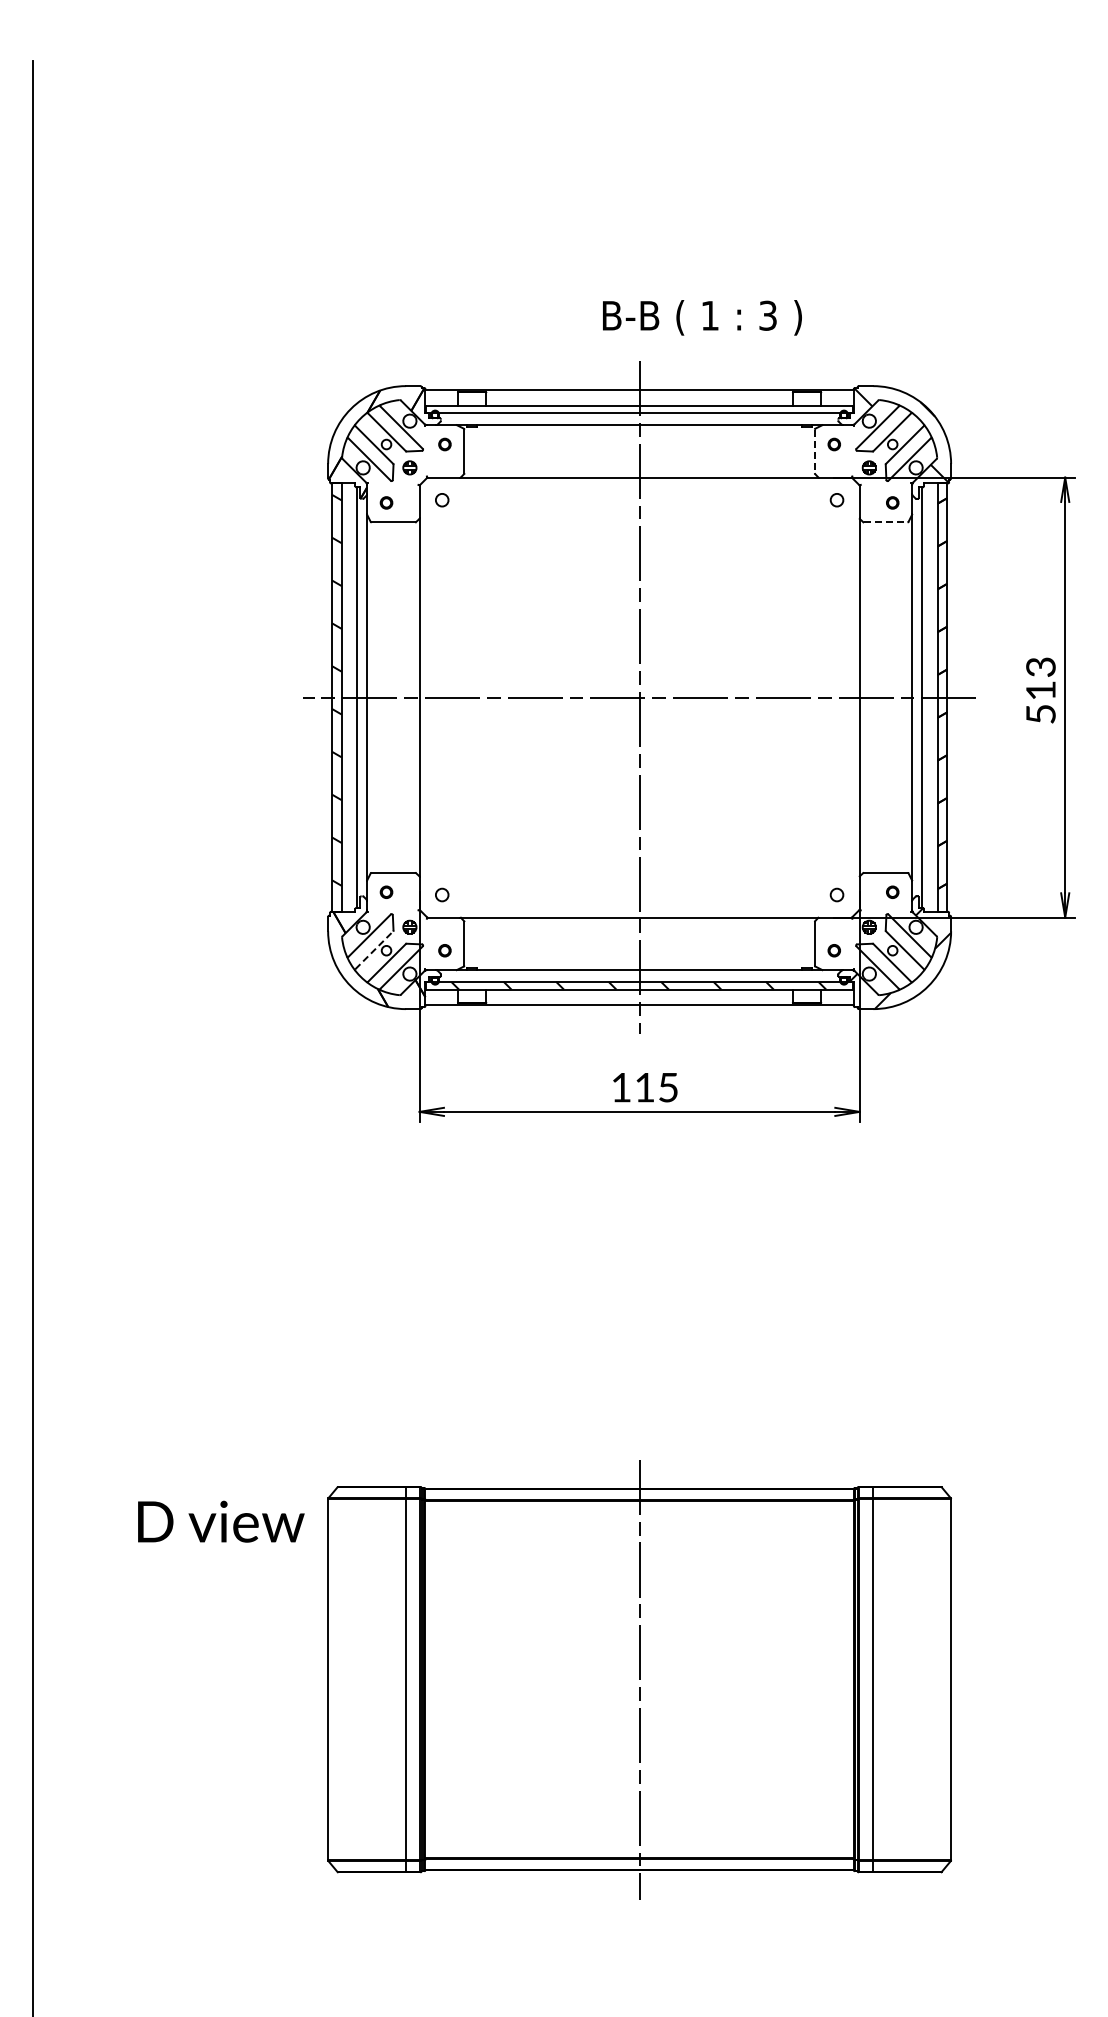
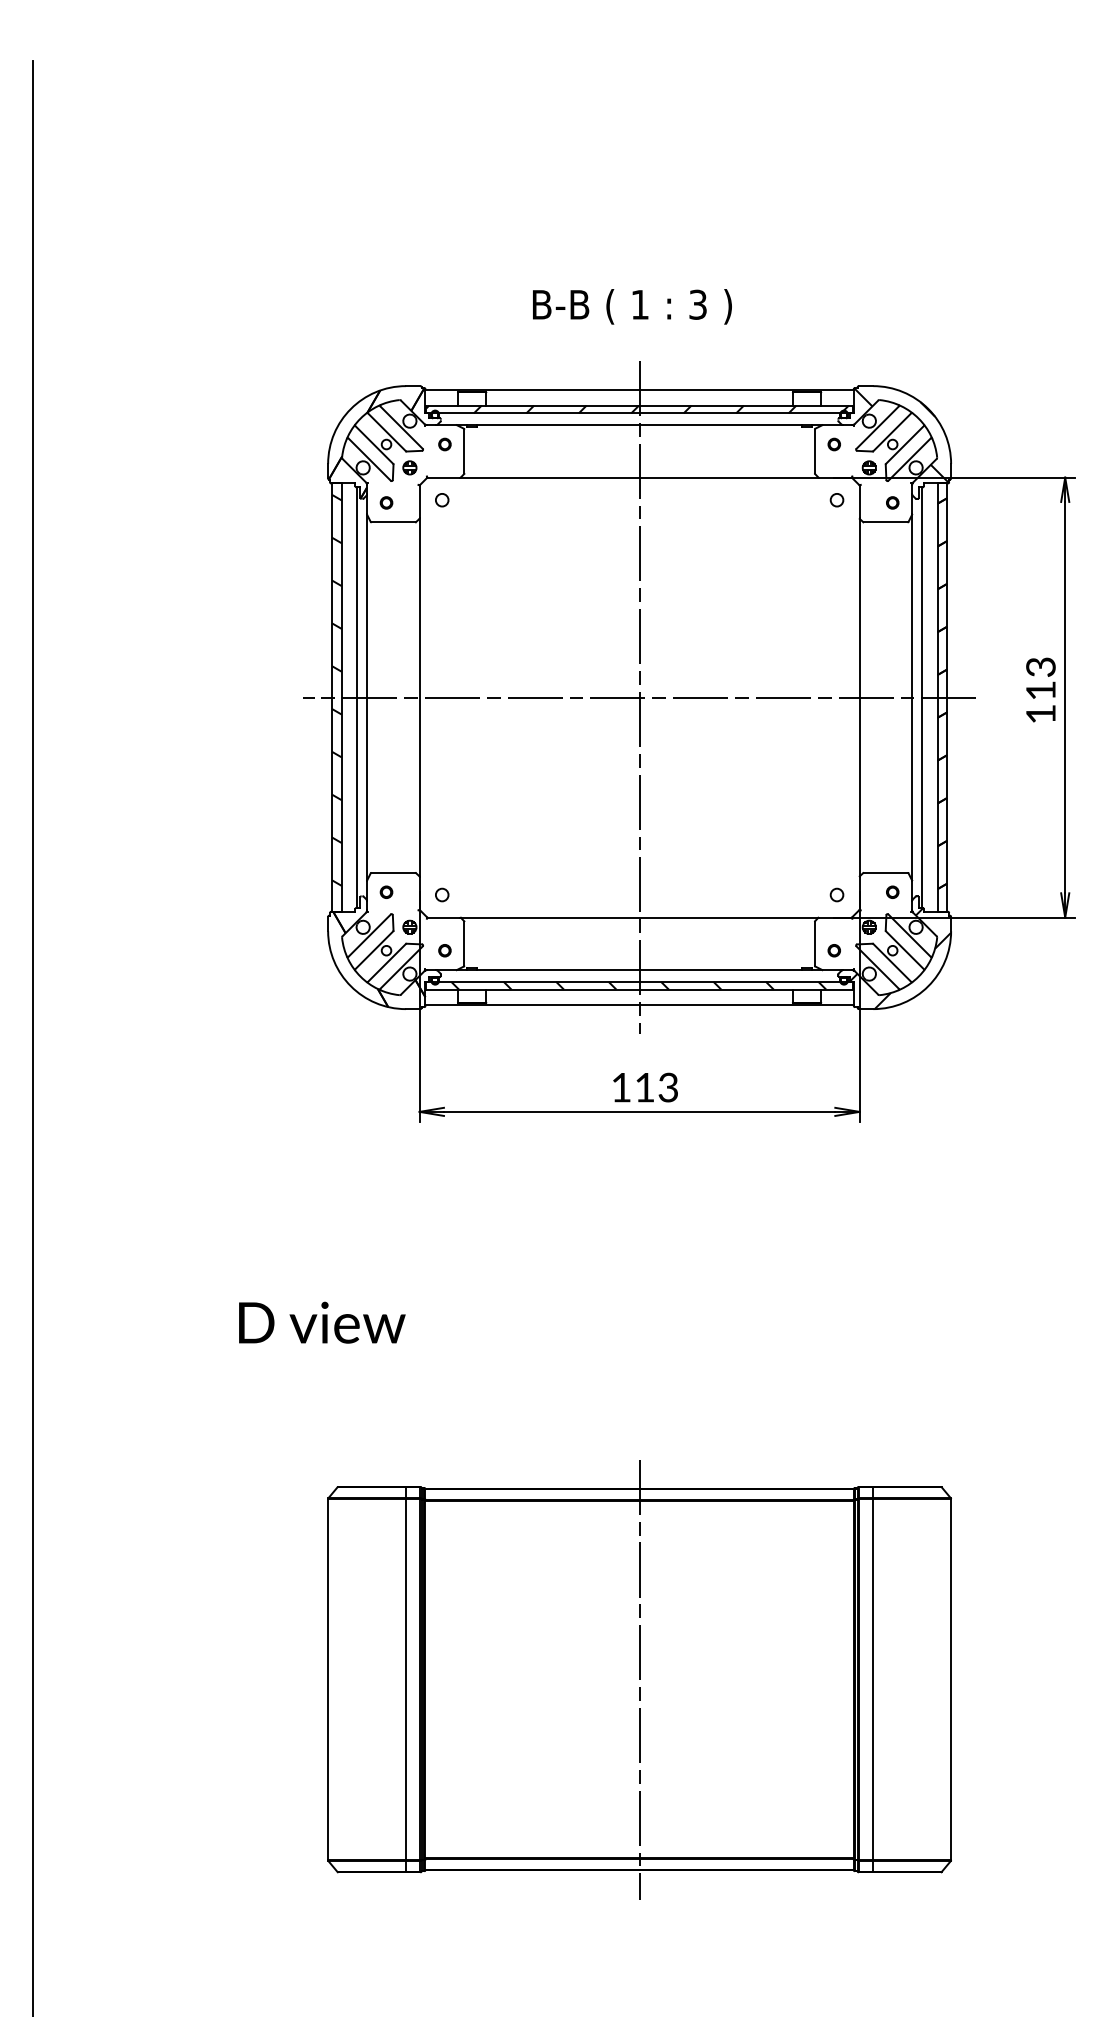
text at (702, 317) position: (702, 317) -> (632, 306)
hatch at (637, 409): none -> present
line at (814, 451): dashed -> solid
line at (885, 522): dashed -> solid
text at (1040, 714): 513 -> 113
line at (374, 950): dashed -> solid
text at (667, 1087): 115 -> 113
text at (221, 1521) position: (221, 1521) -> (322, 1322)
